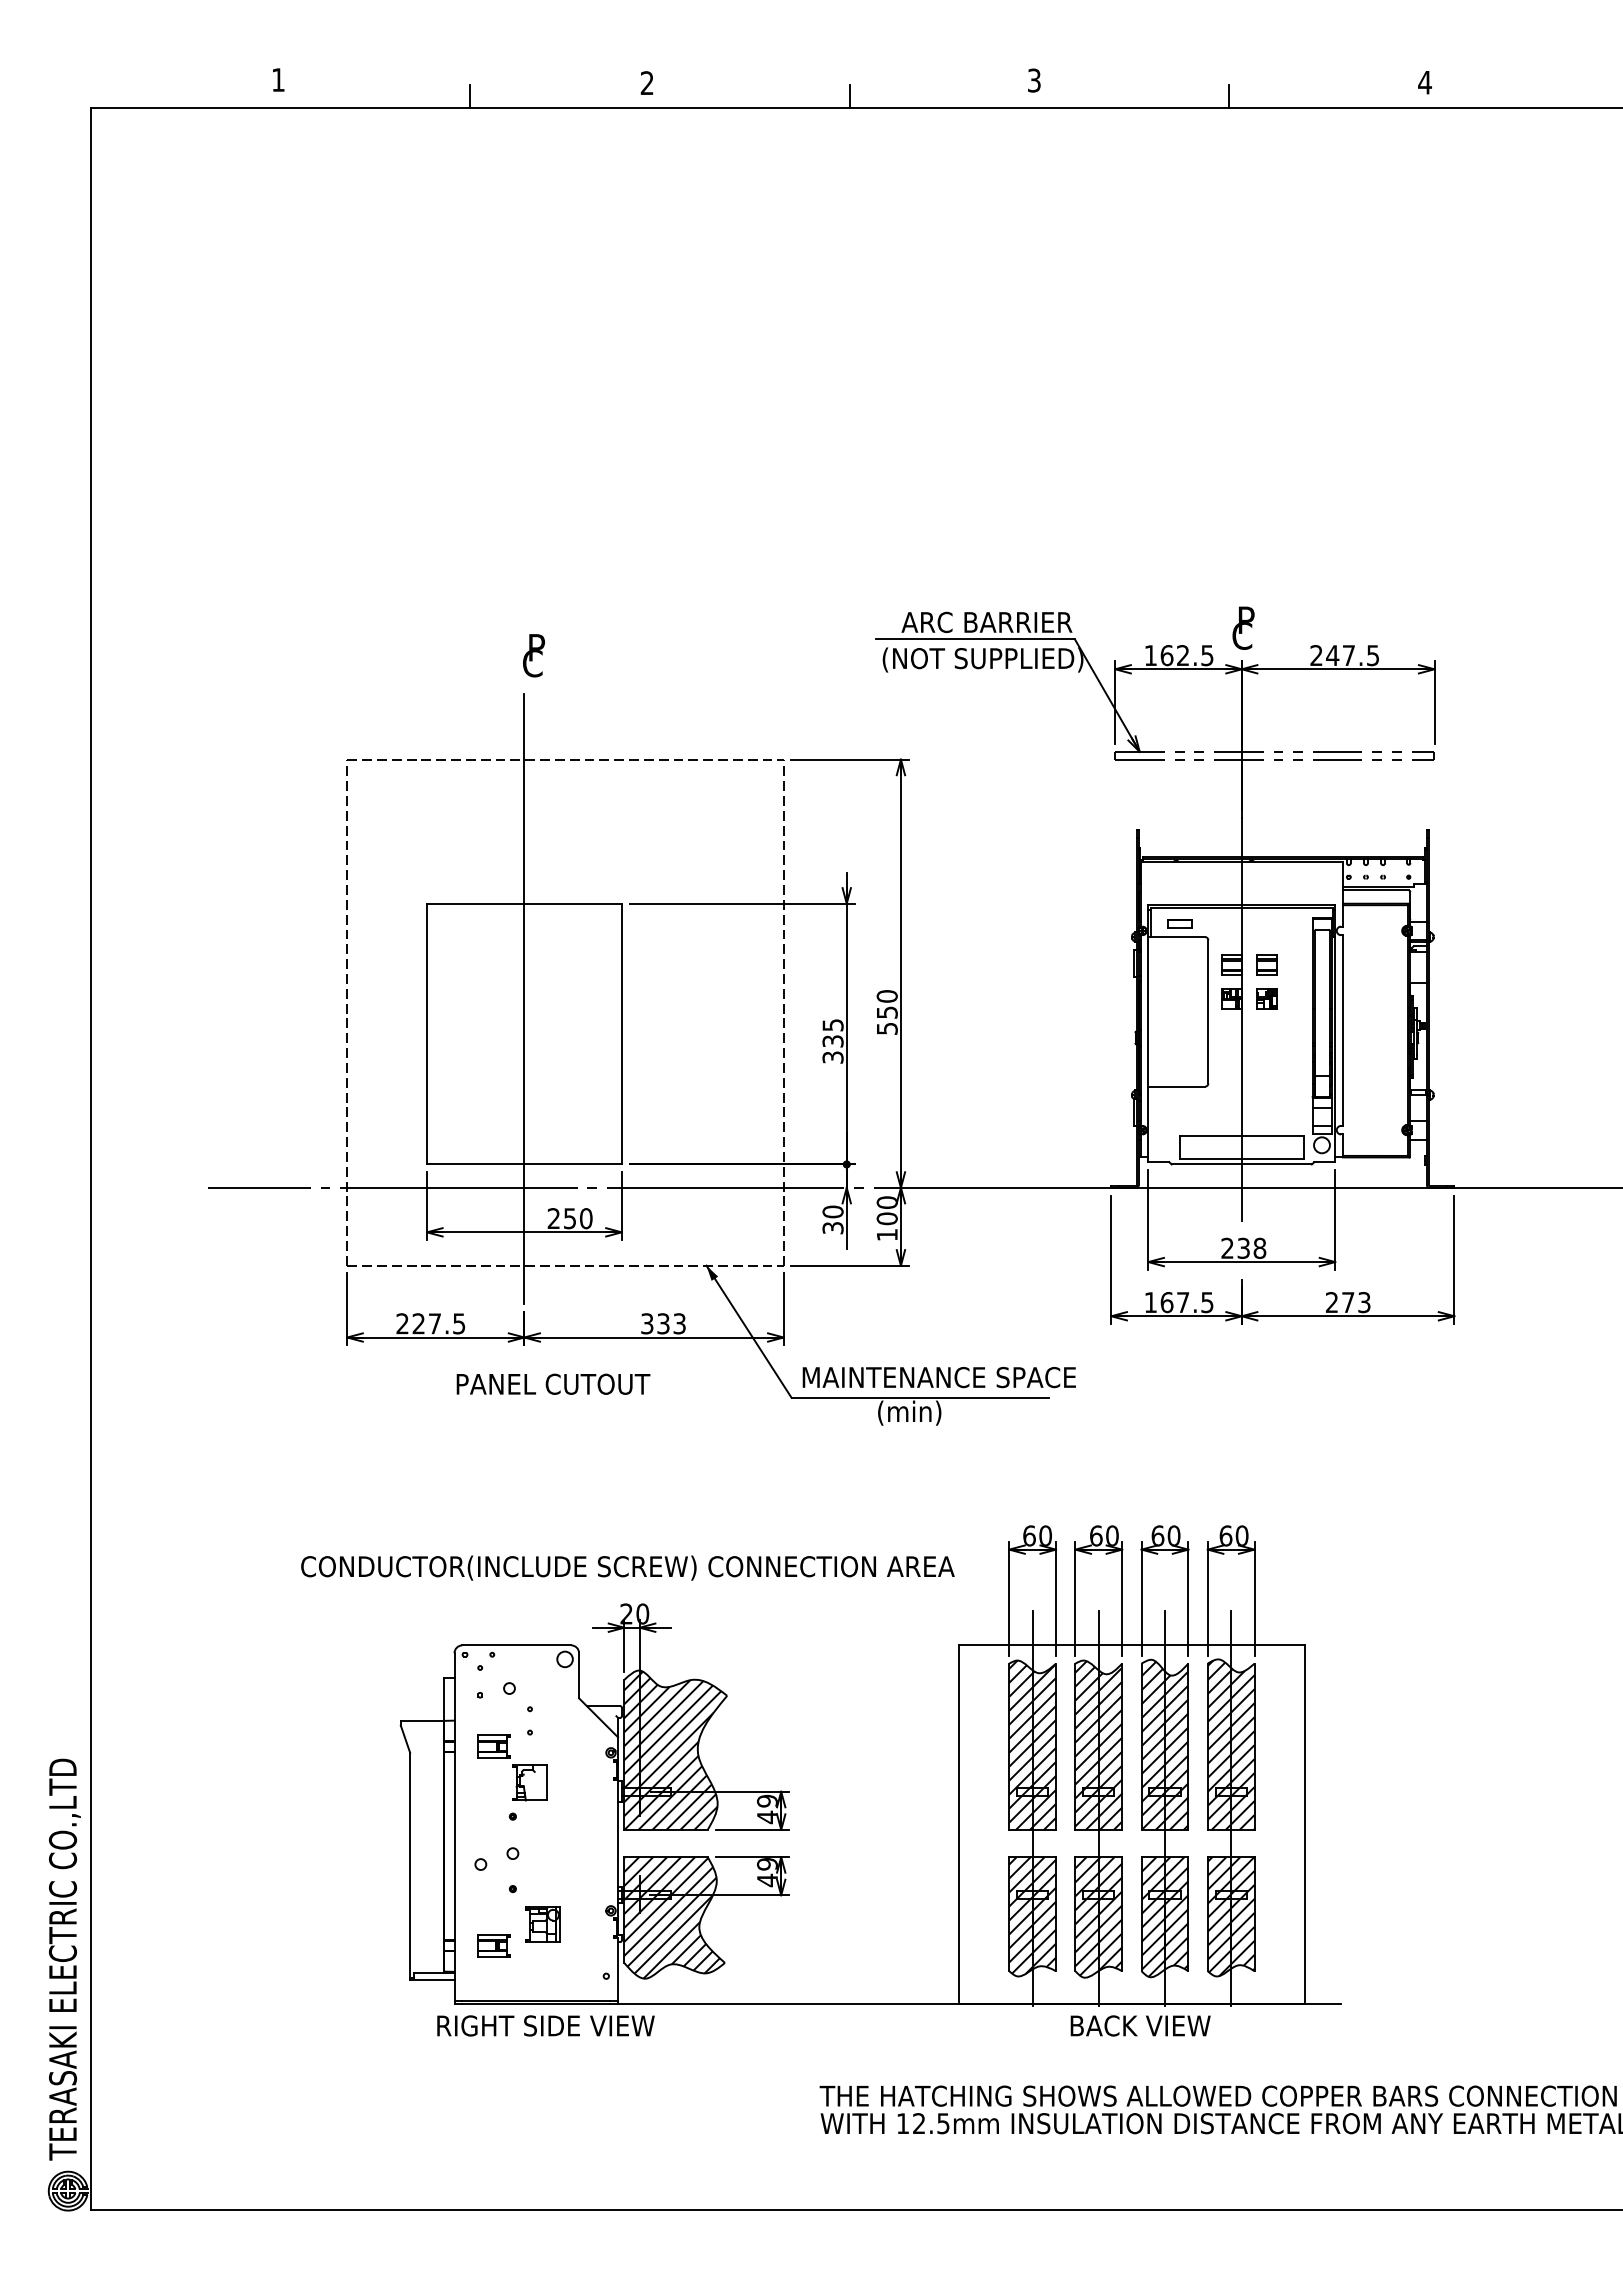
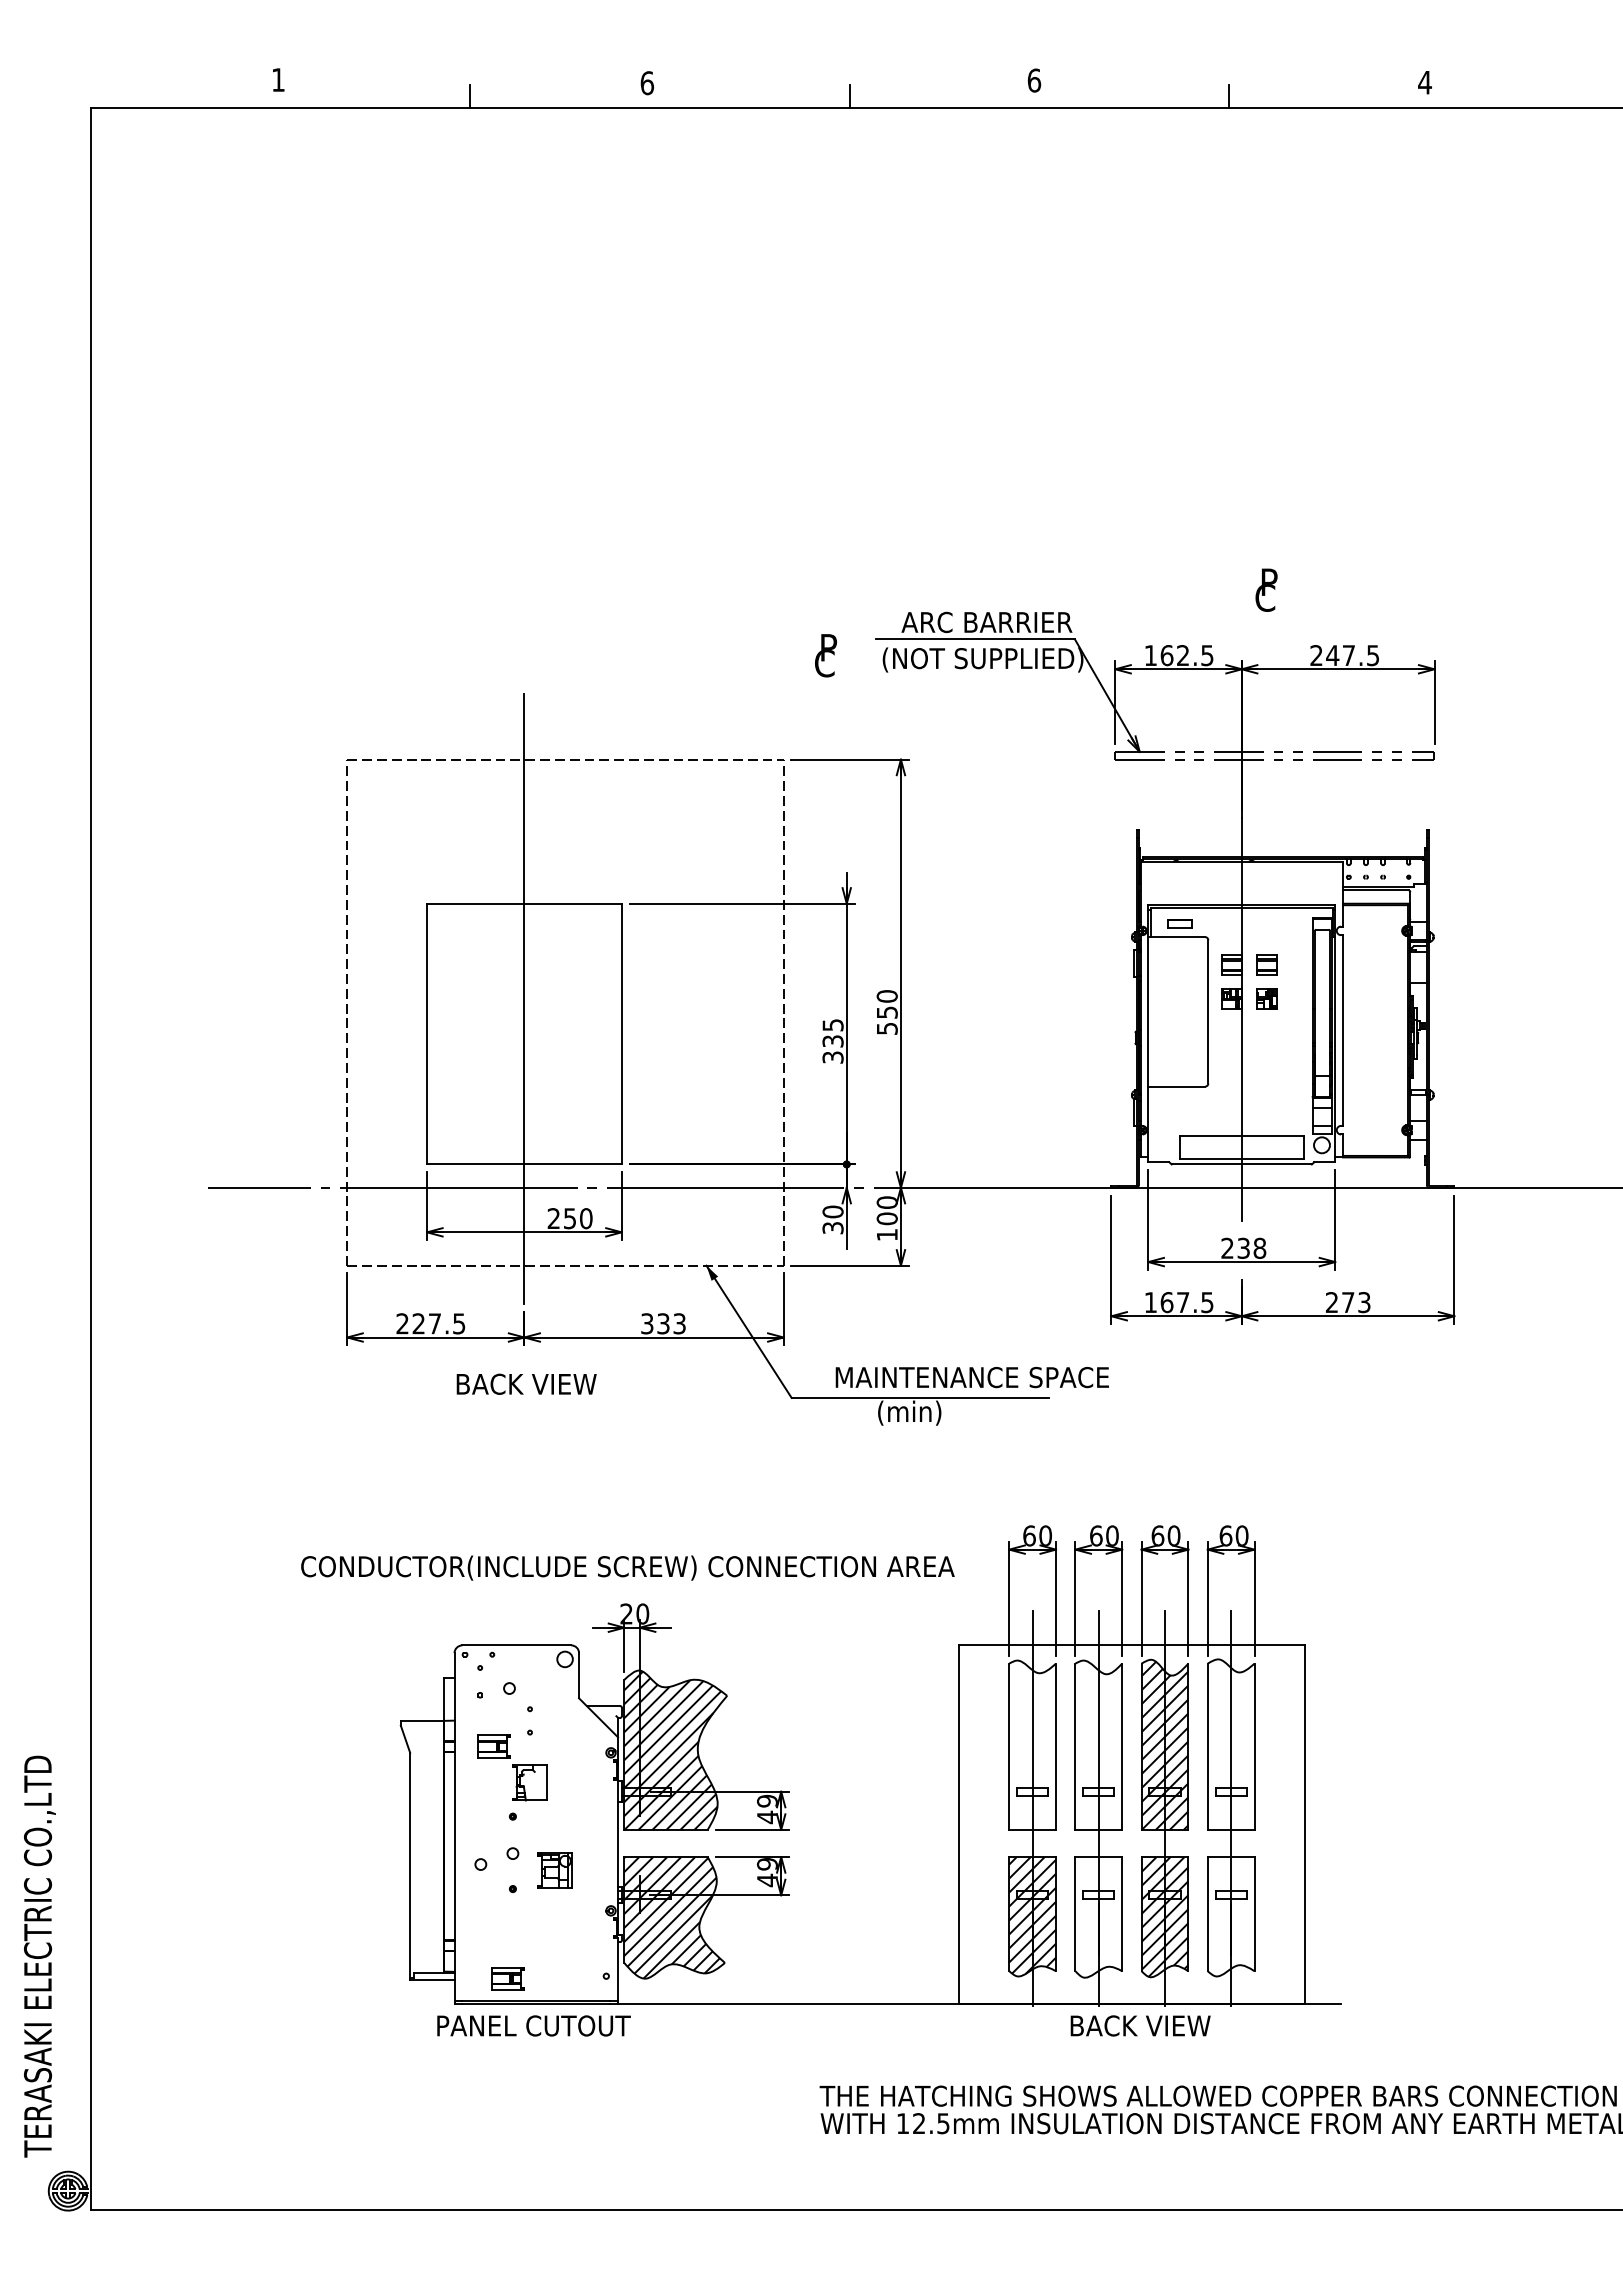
text at (1034, 80): 3 -> 6
text at (647, 83): 2 -> 6
text at (1243, 627) position: (1243, 627) -> (1266, 589)
text at (533, 655) position: (533, 655) -> (825, 655)
text at (938, 1377) position: (938, 1377) -> (971, 1377)
text at (554, 1383): PANEL CUTOUT -> BACK VIEW
hatch at (1032, 1744): present -> none
hatch at (1230, 1744): present -> none
hatch at (1098, 1745): present -> none
hatch at (1098, 1916): present -> none
hatch at (1230, 1916): present -> none
part at (542, 1924) position: (542, 1924) -> (554, 1870)
part at (493, 1945) position: (493, 1945) -> (507, 1978)
text at (64, 1959) position: (64, 1959) -> (39, 1956)
text at (547, 2025): RIGHT SIDE VIEW -> PANEL CUTOUT
